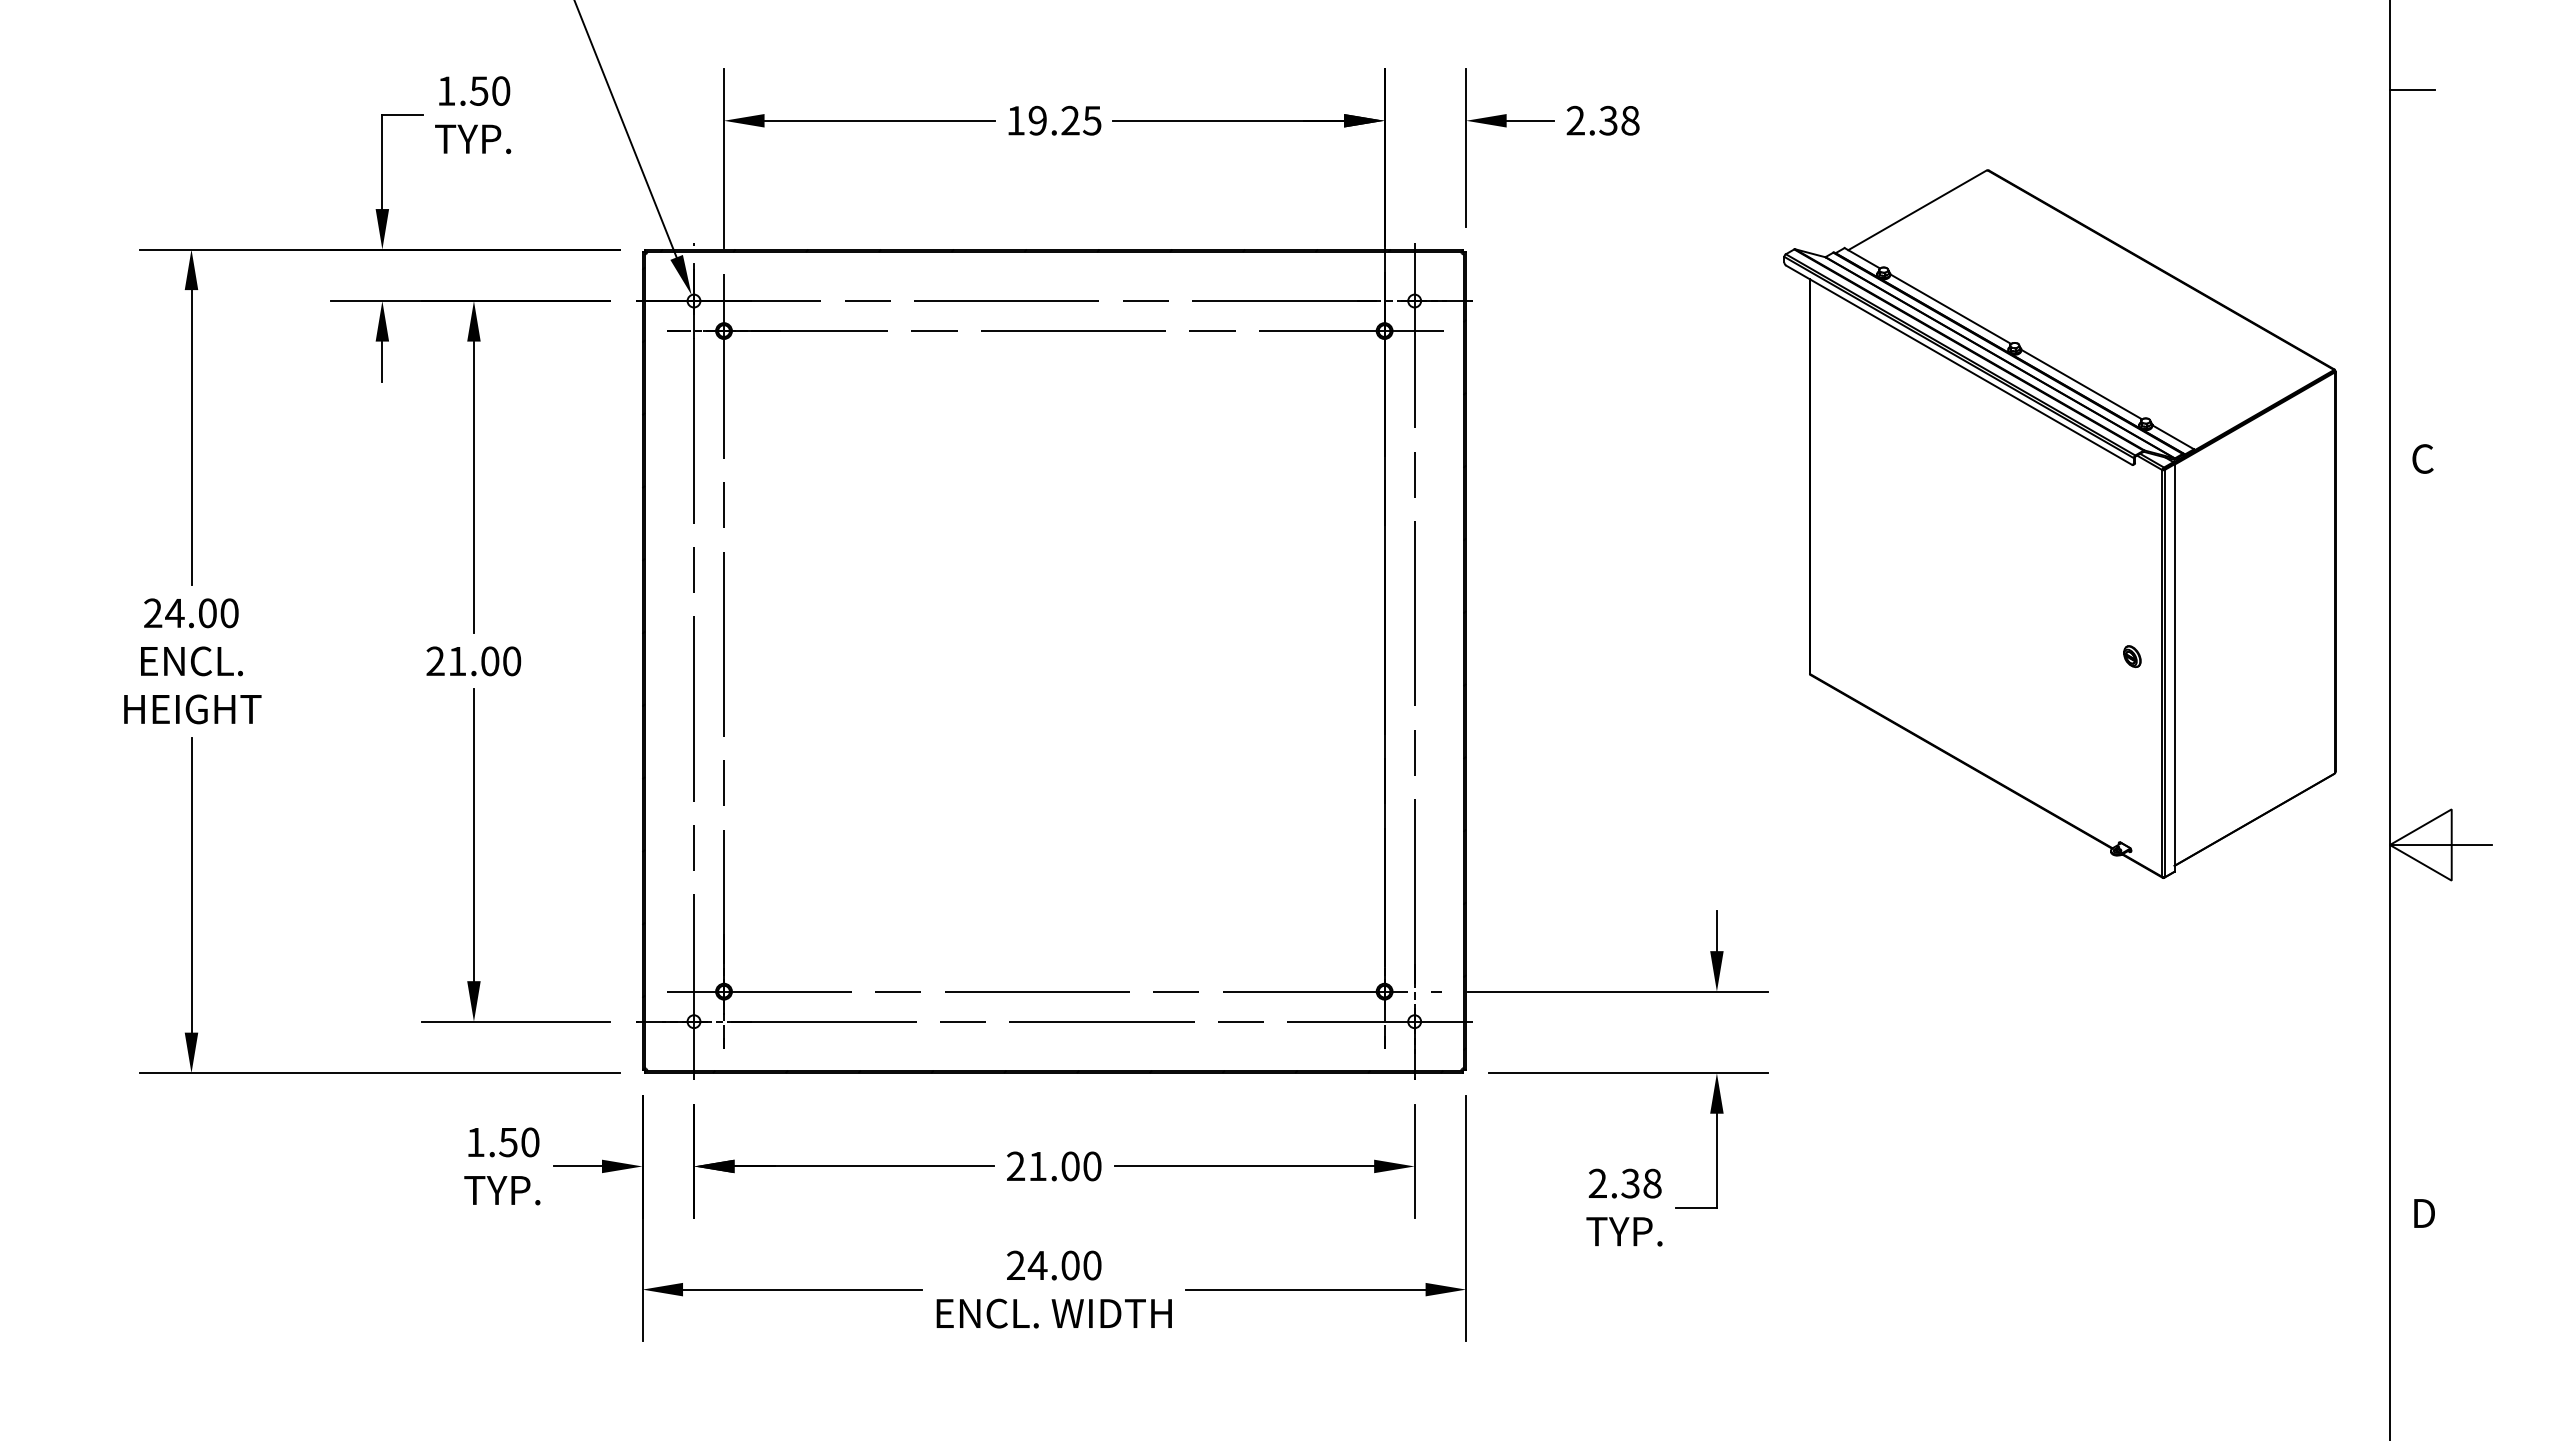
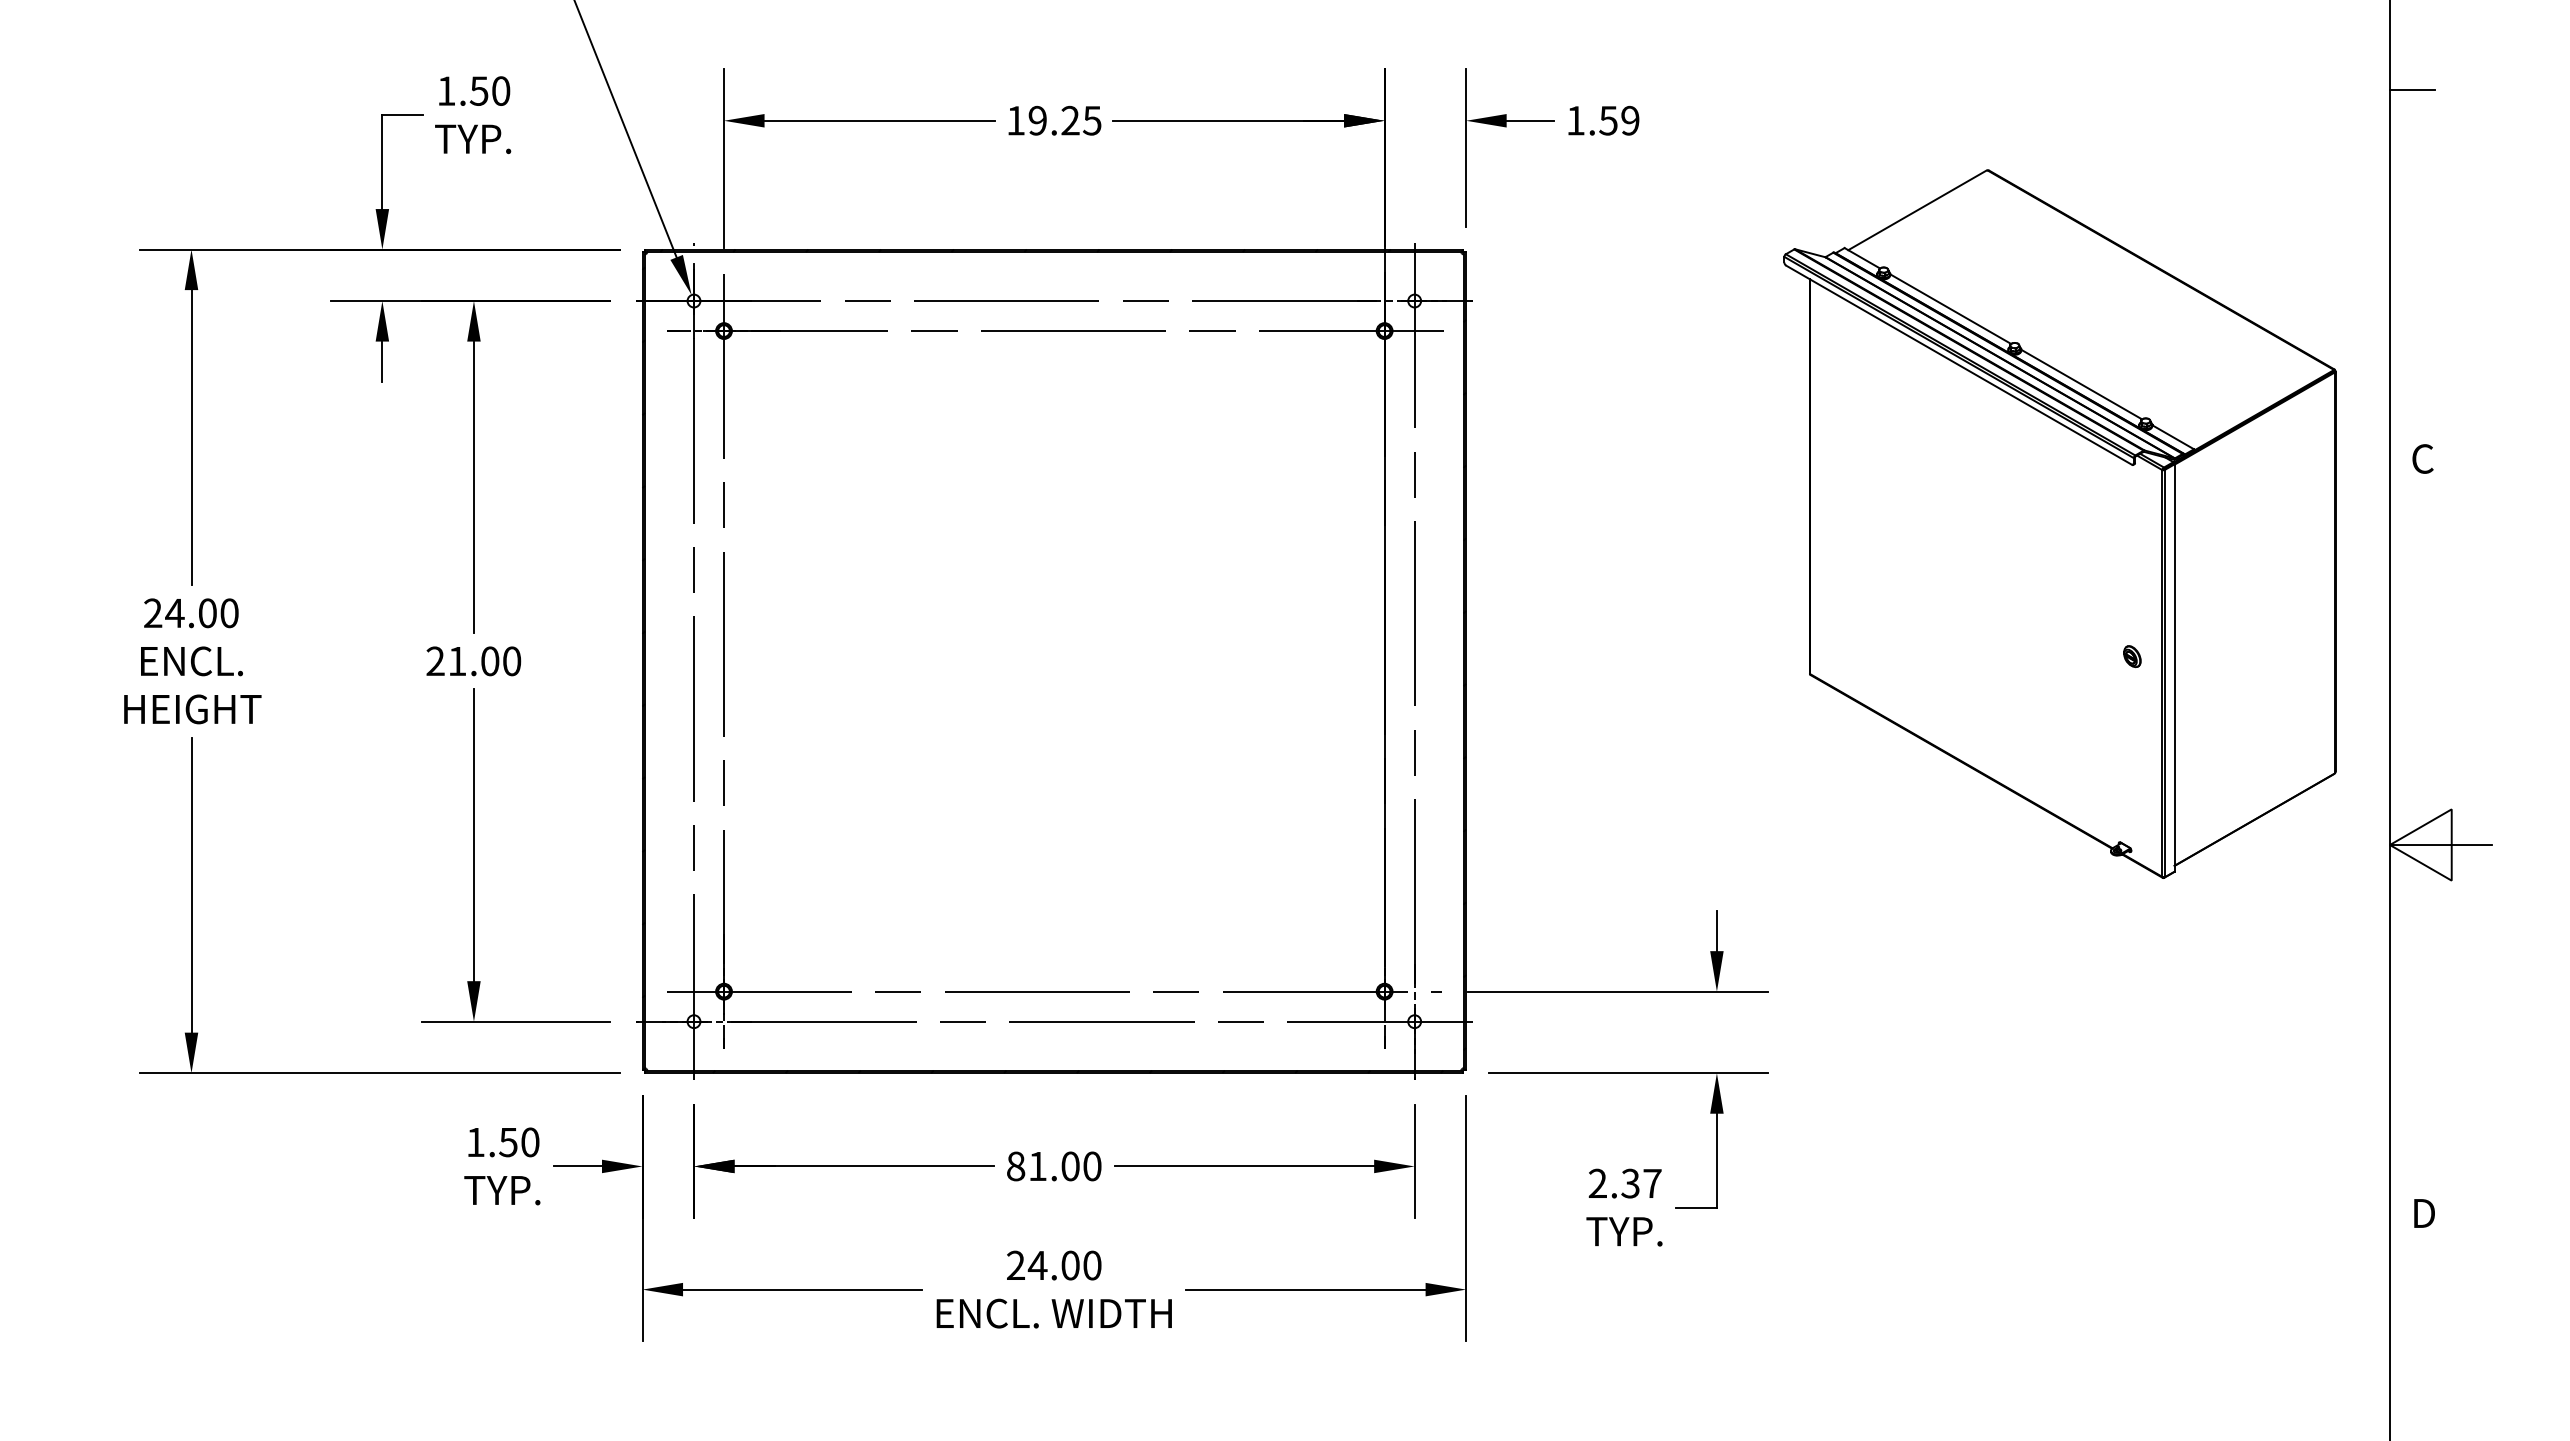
text at (1602, 120): 2.38 -> 1.59
text at (1016, 1166): 21.00 -> 81.00
text at (1652, 1183): 2.38 -> 2.37
